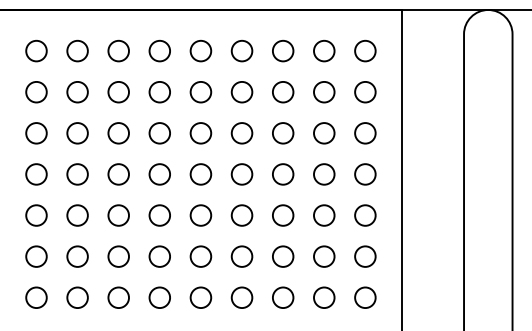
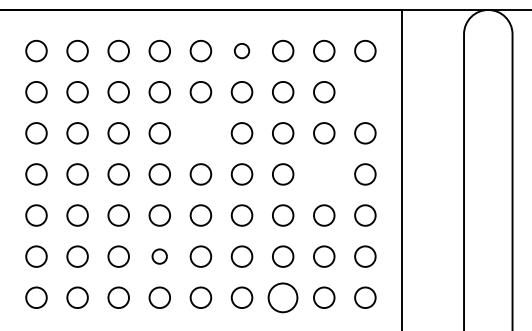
circle at (241, 50) size: 24x24 px -> 17x17 px
circle at (365, 92): present -> none
circle at (200, 133): present -> none
circle at (324, 174): present -> none
circle at (159, 256) size: 23x23 px -> 17x17 px
circle at (283, 297) size: 23x23 px -> 32x32 px
